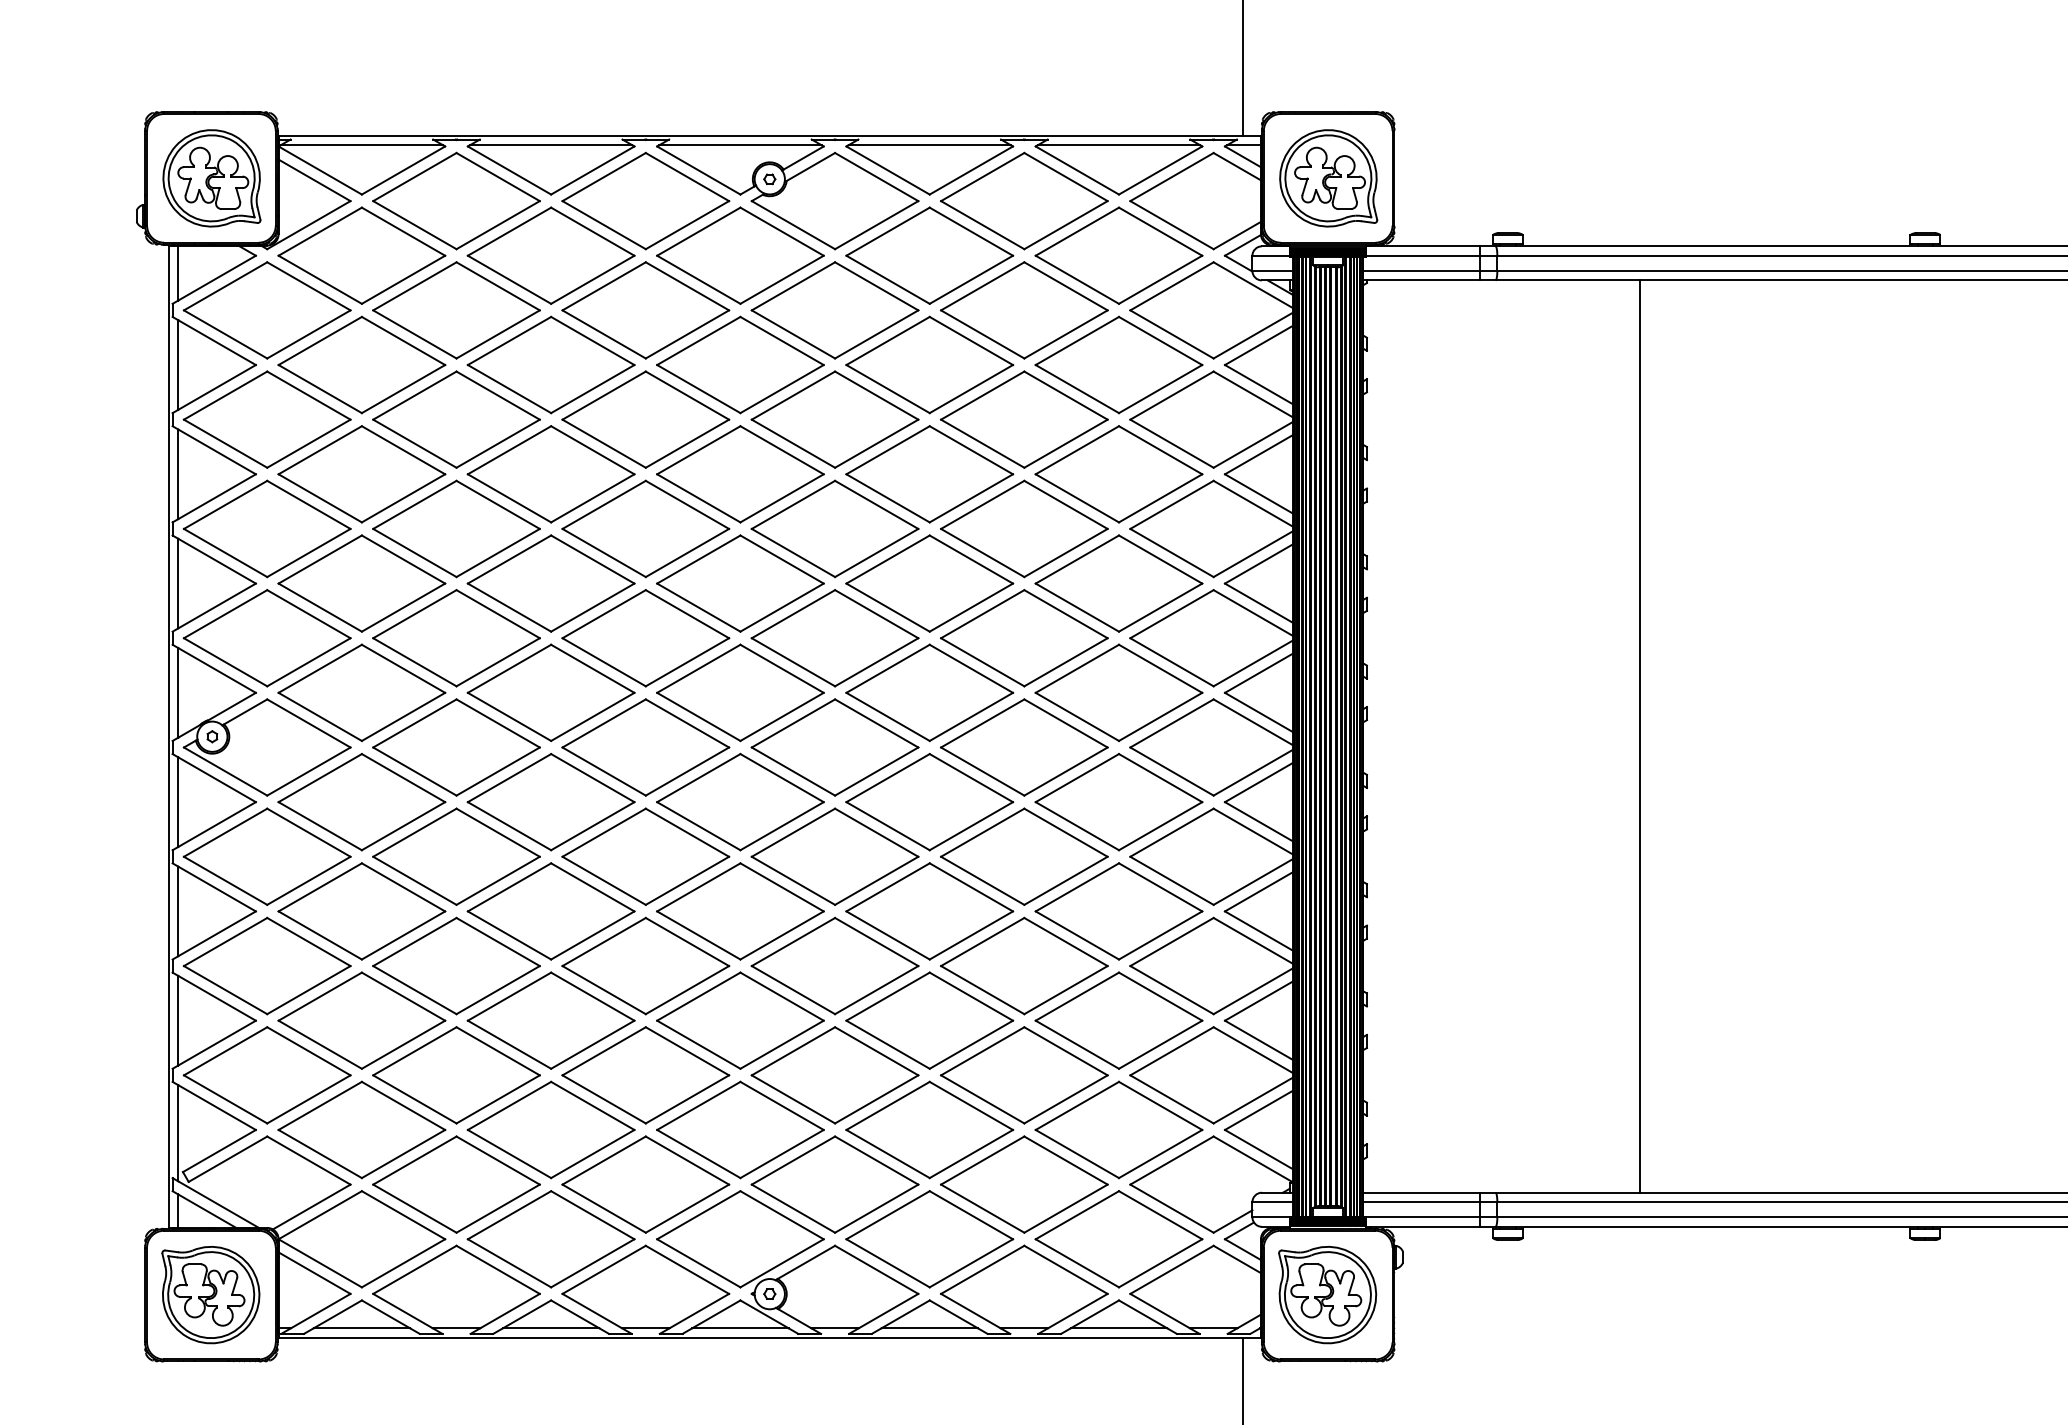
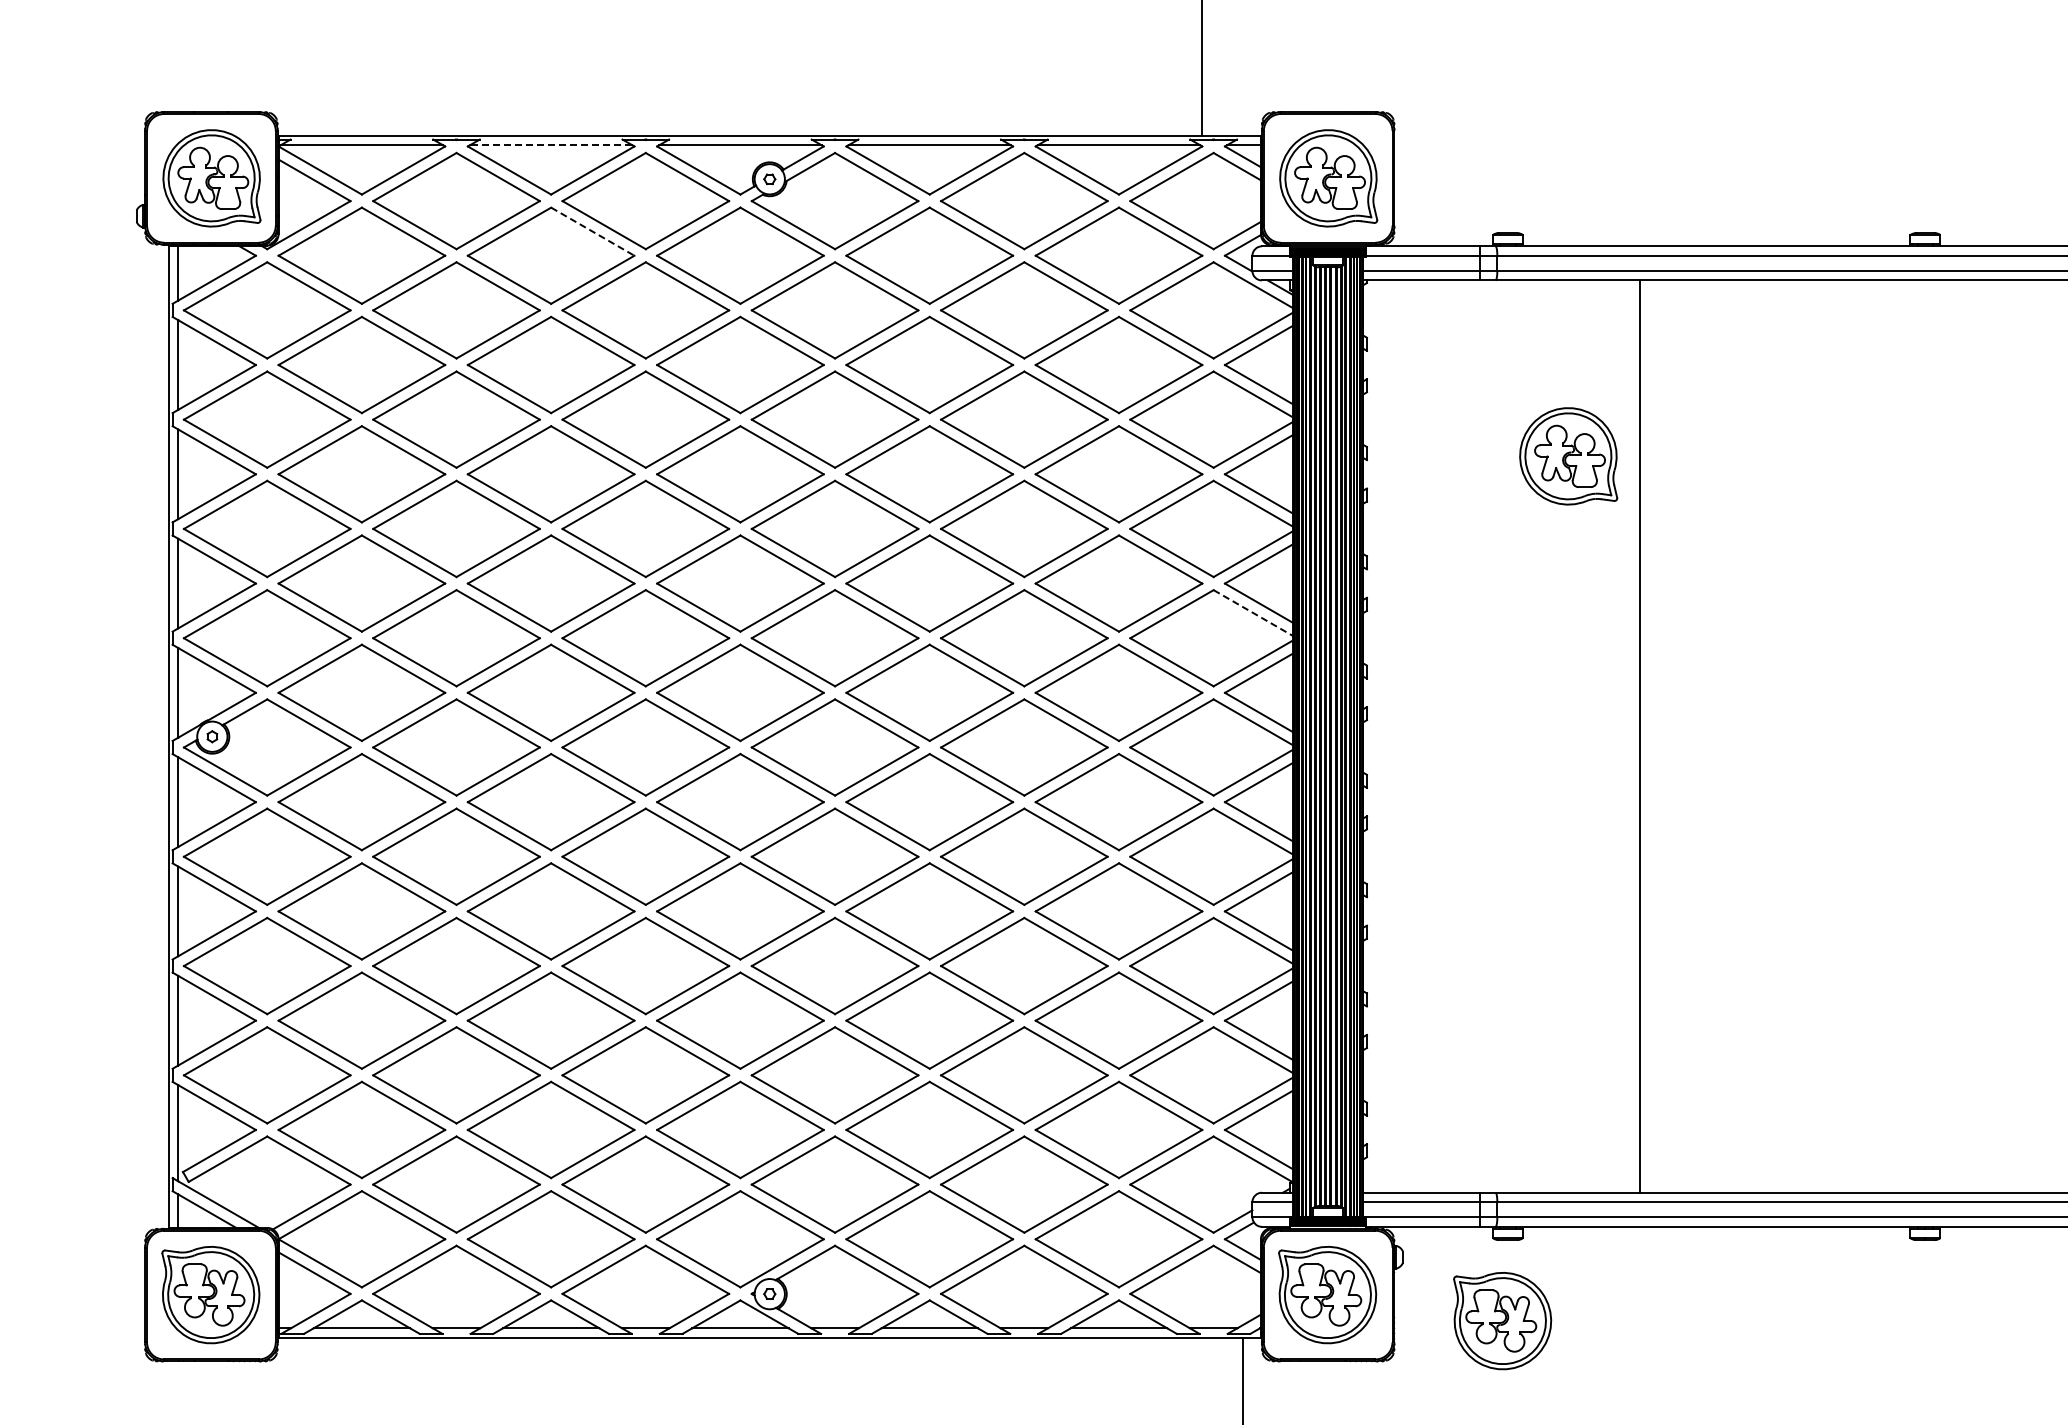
line at (1242, 68) position: (1242, 68) -> (1201, 68)
line at (550, 145): solid -> dashed
line at (593, 231): solid -> dashed
part at (1568, 456): none -> present
line at (1253, 613): solid -> dashed
part at (1502, 1321): none -> present
